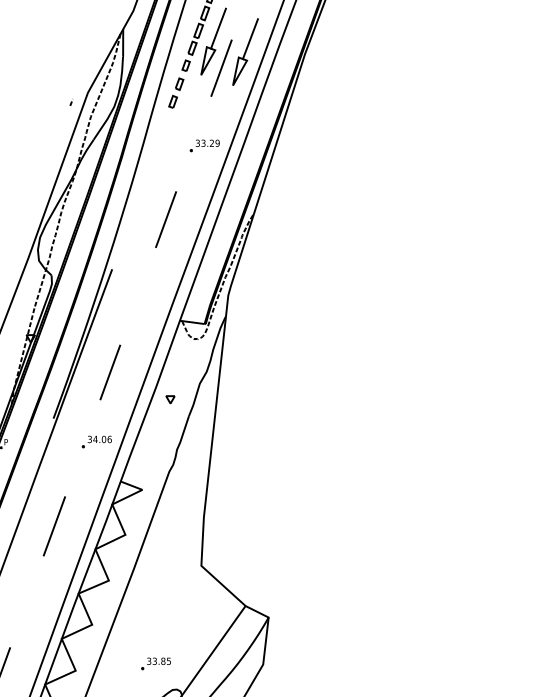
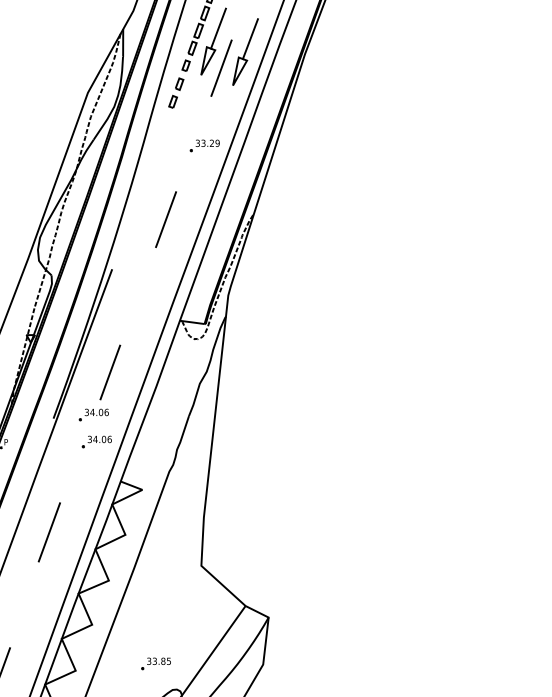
line at (71, 101): present -> none
part at (170, 399): present -> none
part at (93, 414): none -> present
line at (53, 526) position: (53, 526) -> (48, 532)
